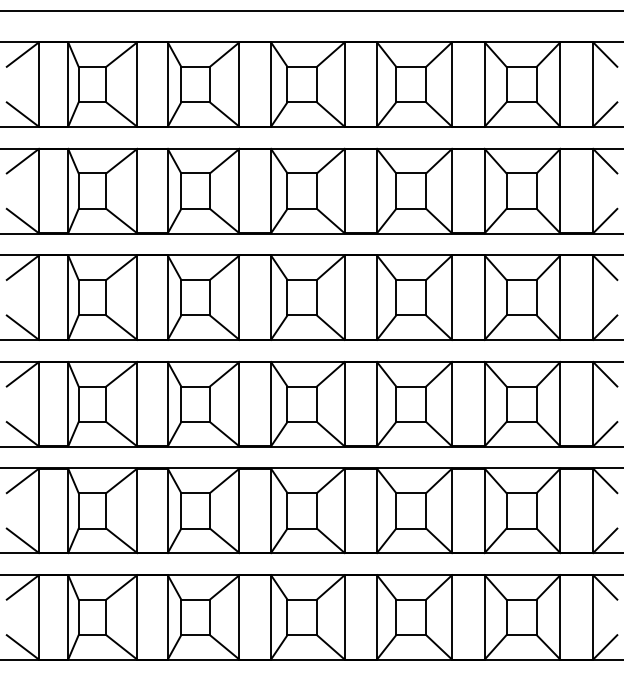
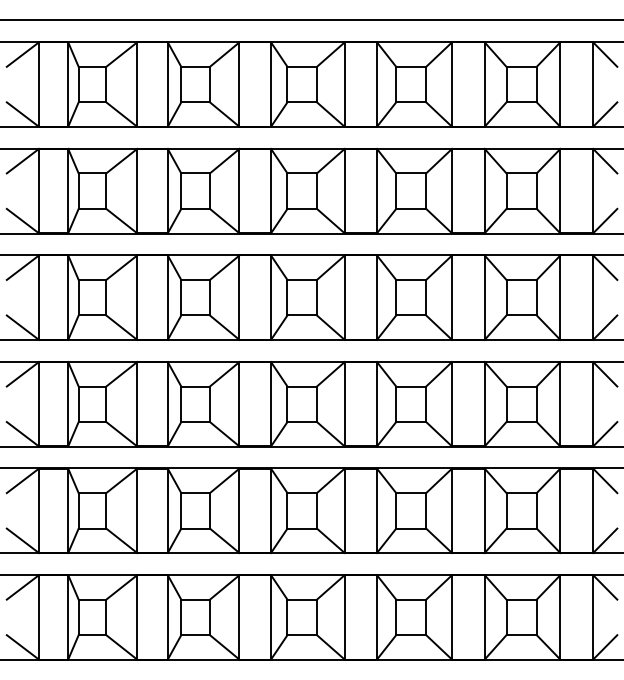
line at (311, 11) position: (311, 11) -> (311, 20)
